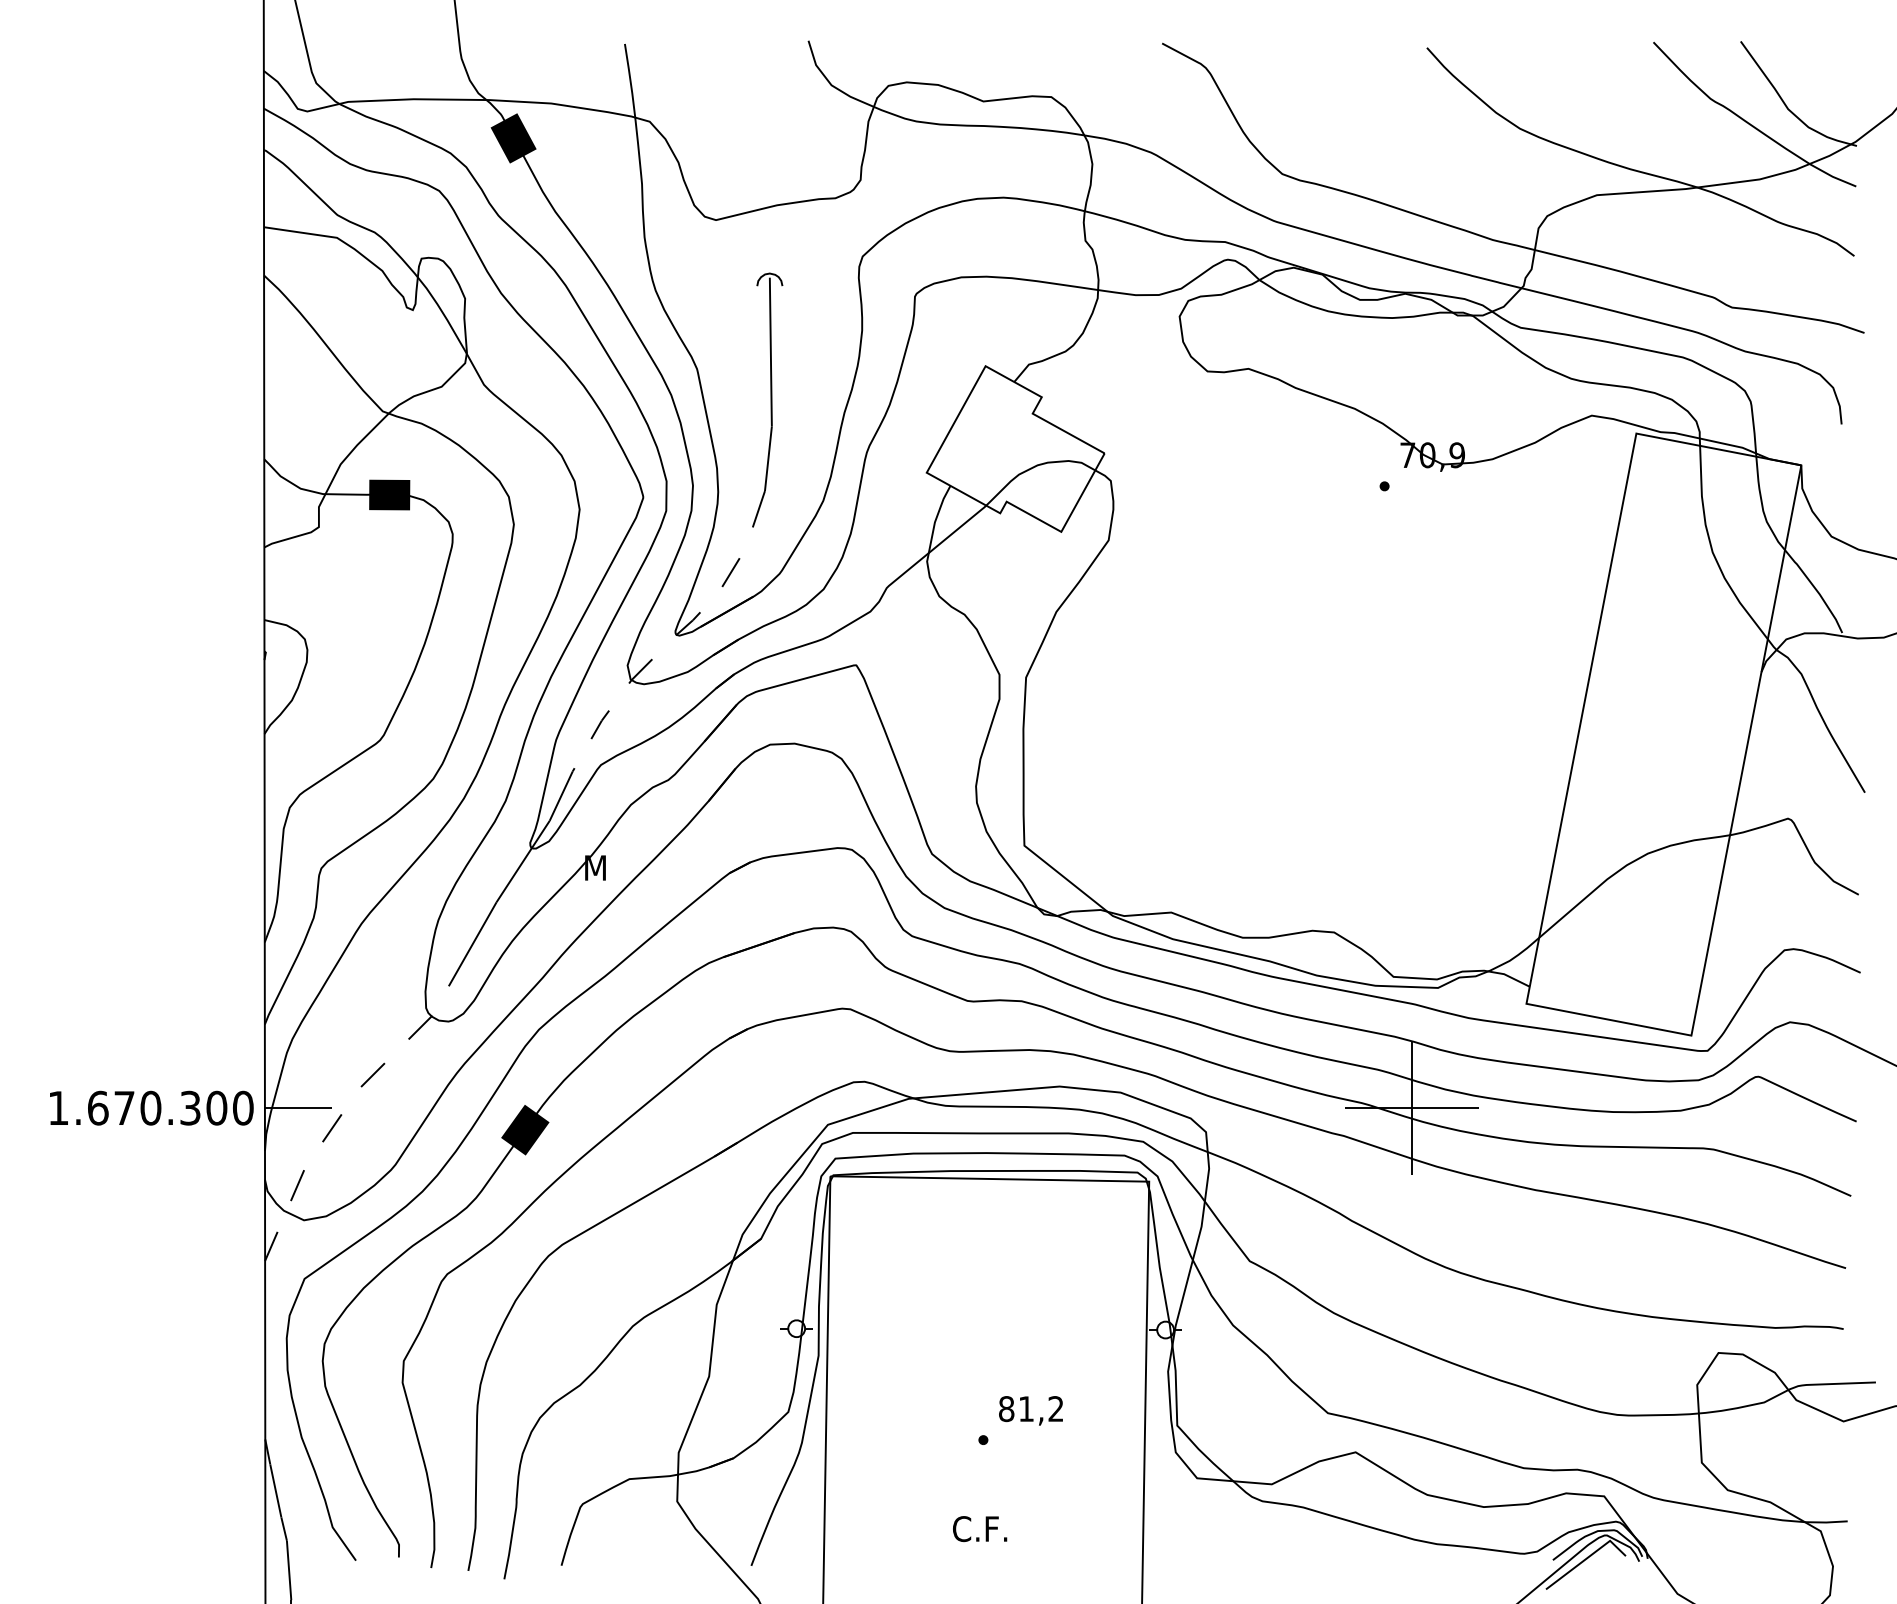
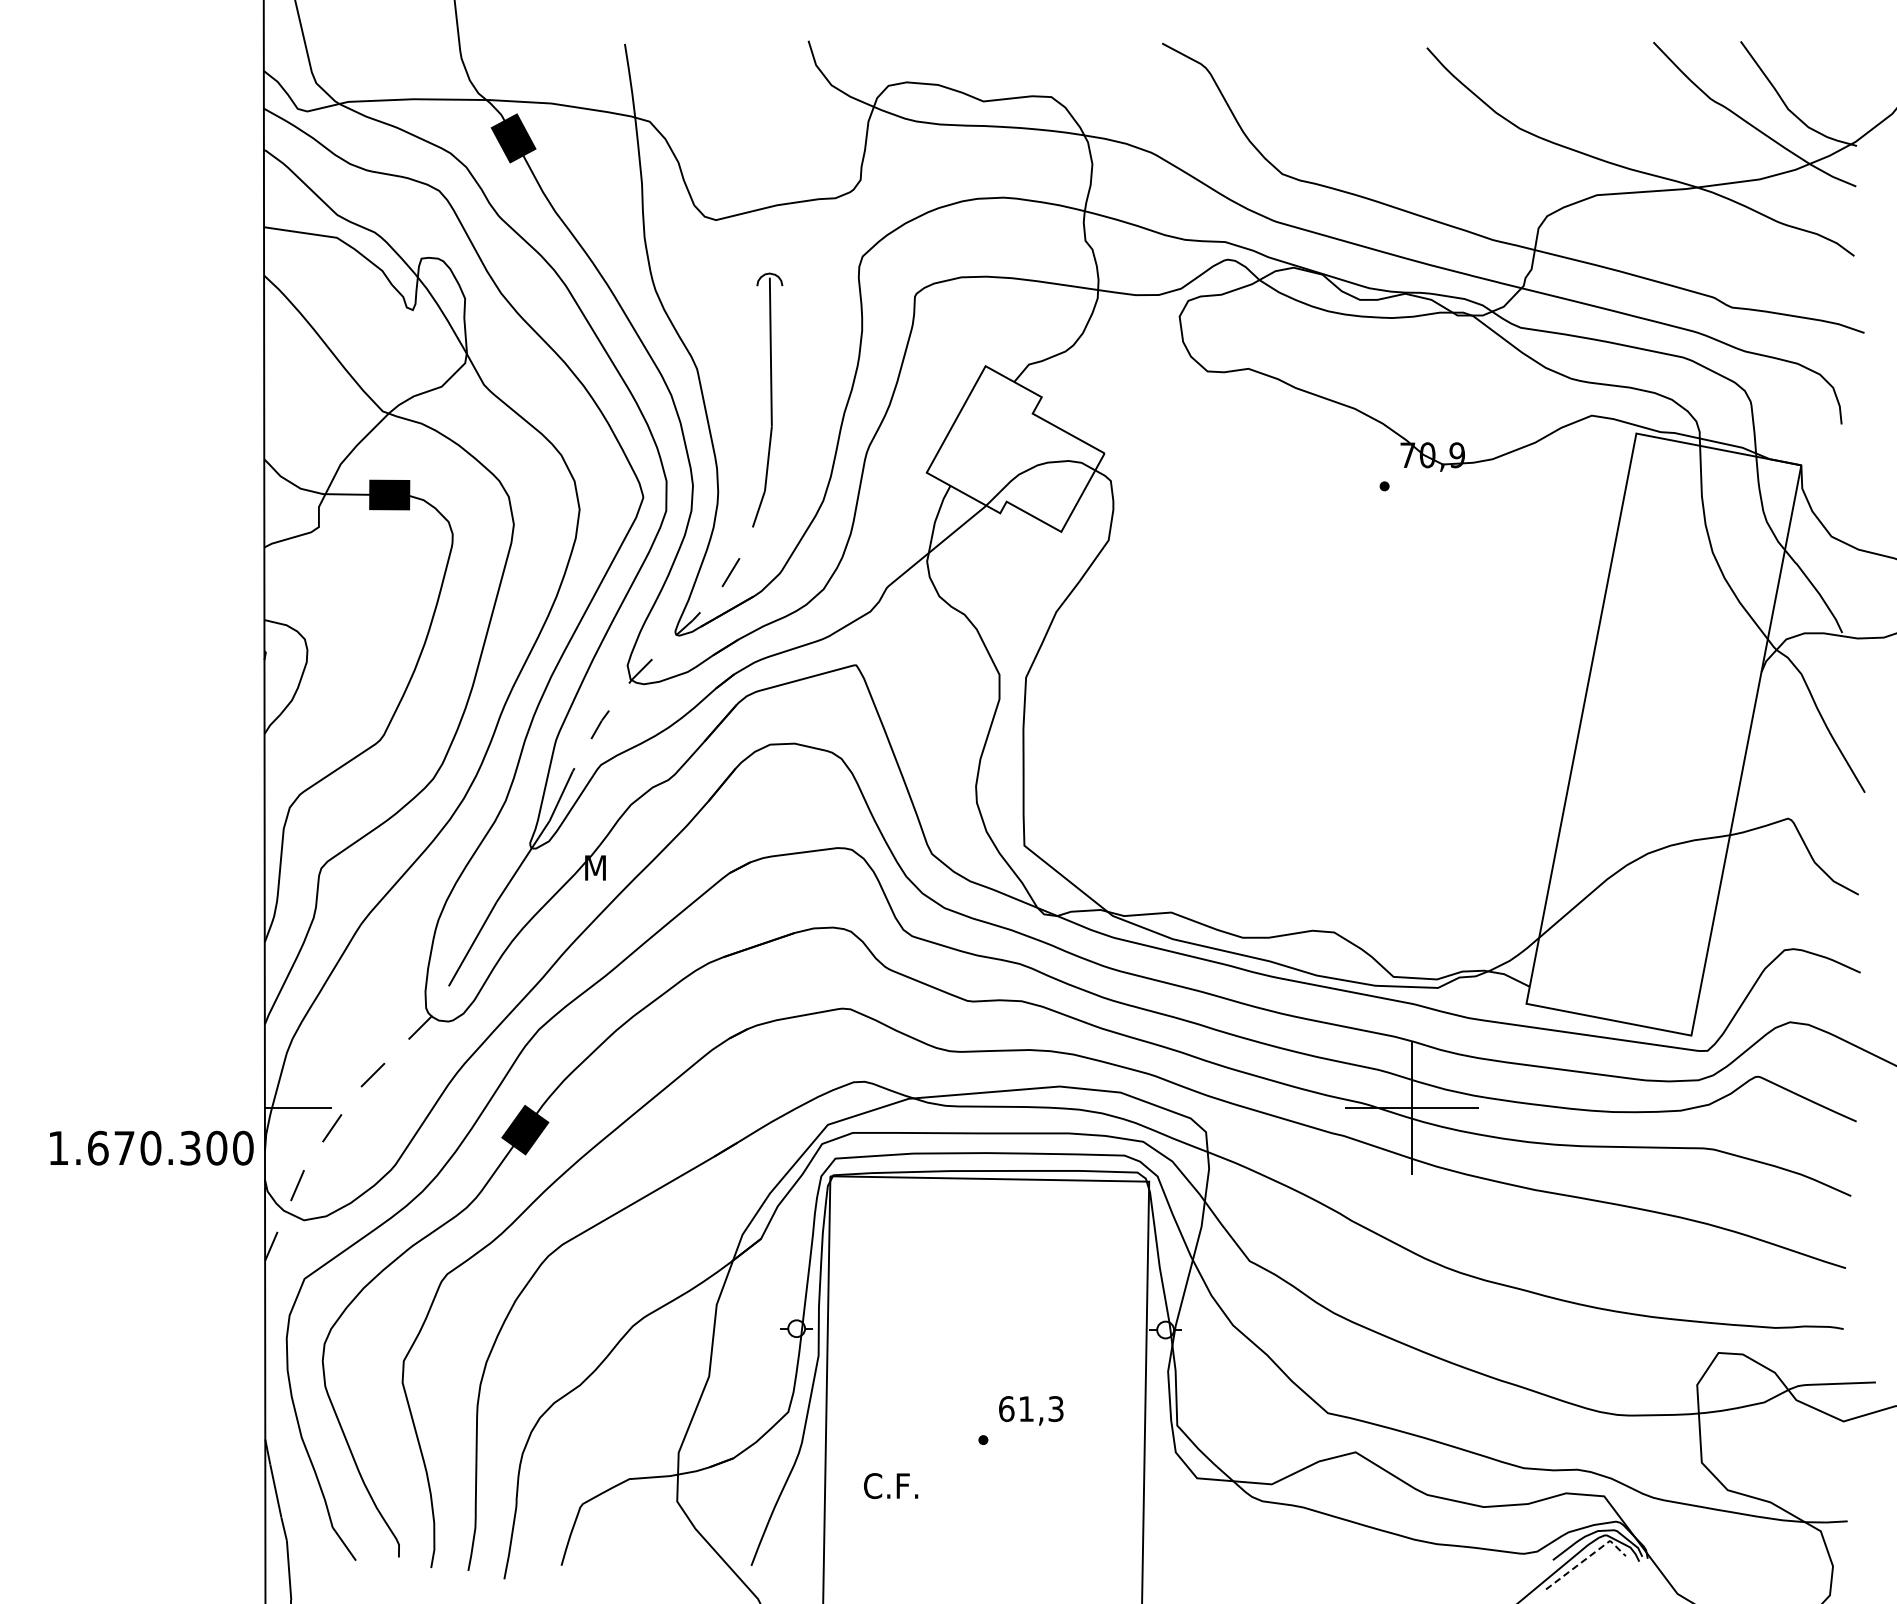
text at (151, 1107) position: (151, 1107) -> (151, 1147)
text at (1031, 1409): 81,2 -> 61,3
text at (980, 1529) position: (980, 1529) -> (891, 1486)
line at (1587, 1557): solid -> dashed
